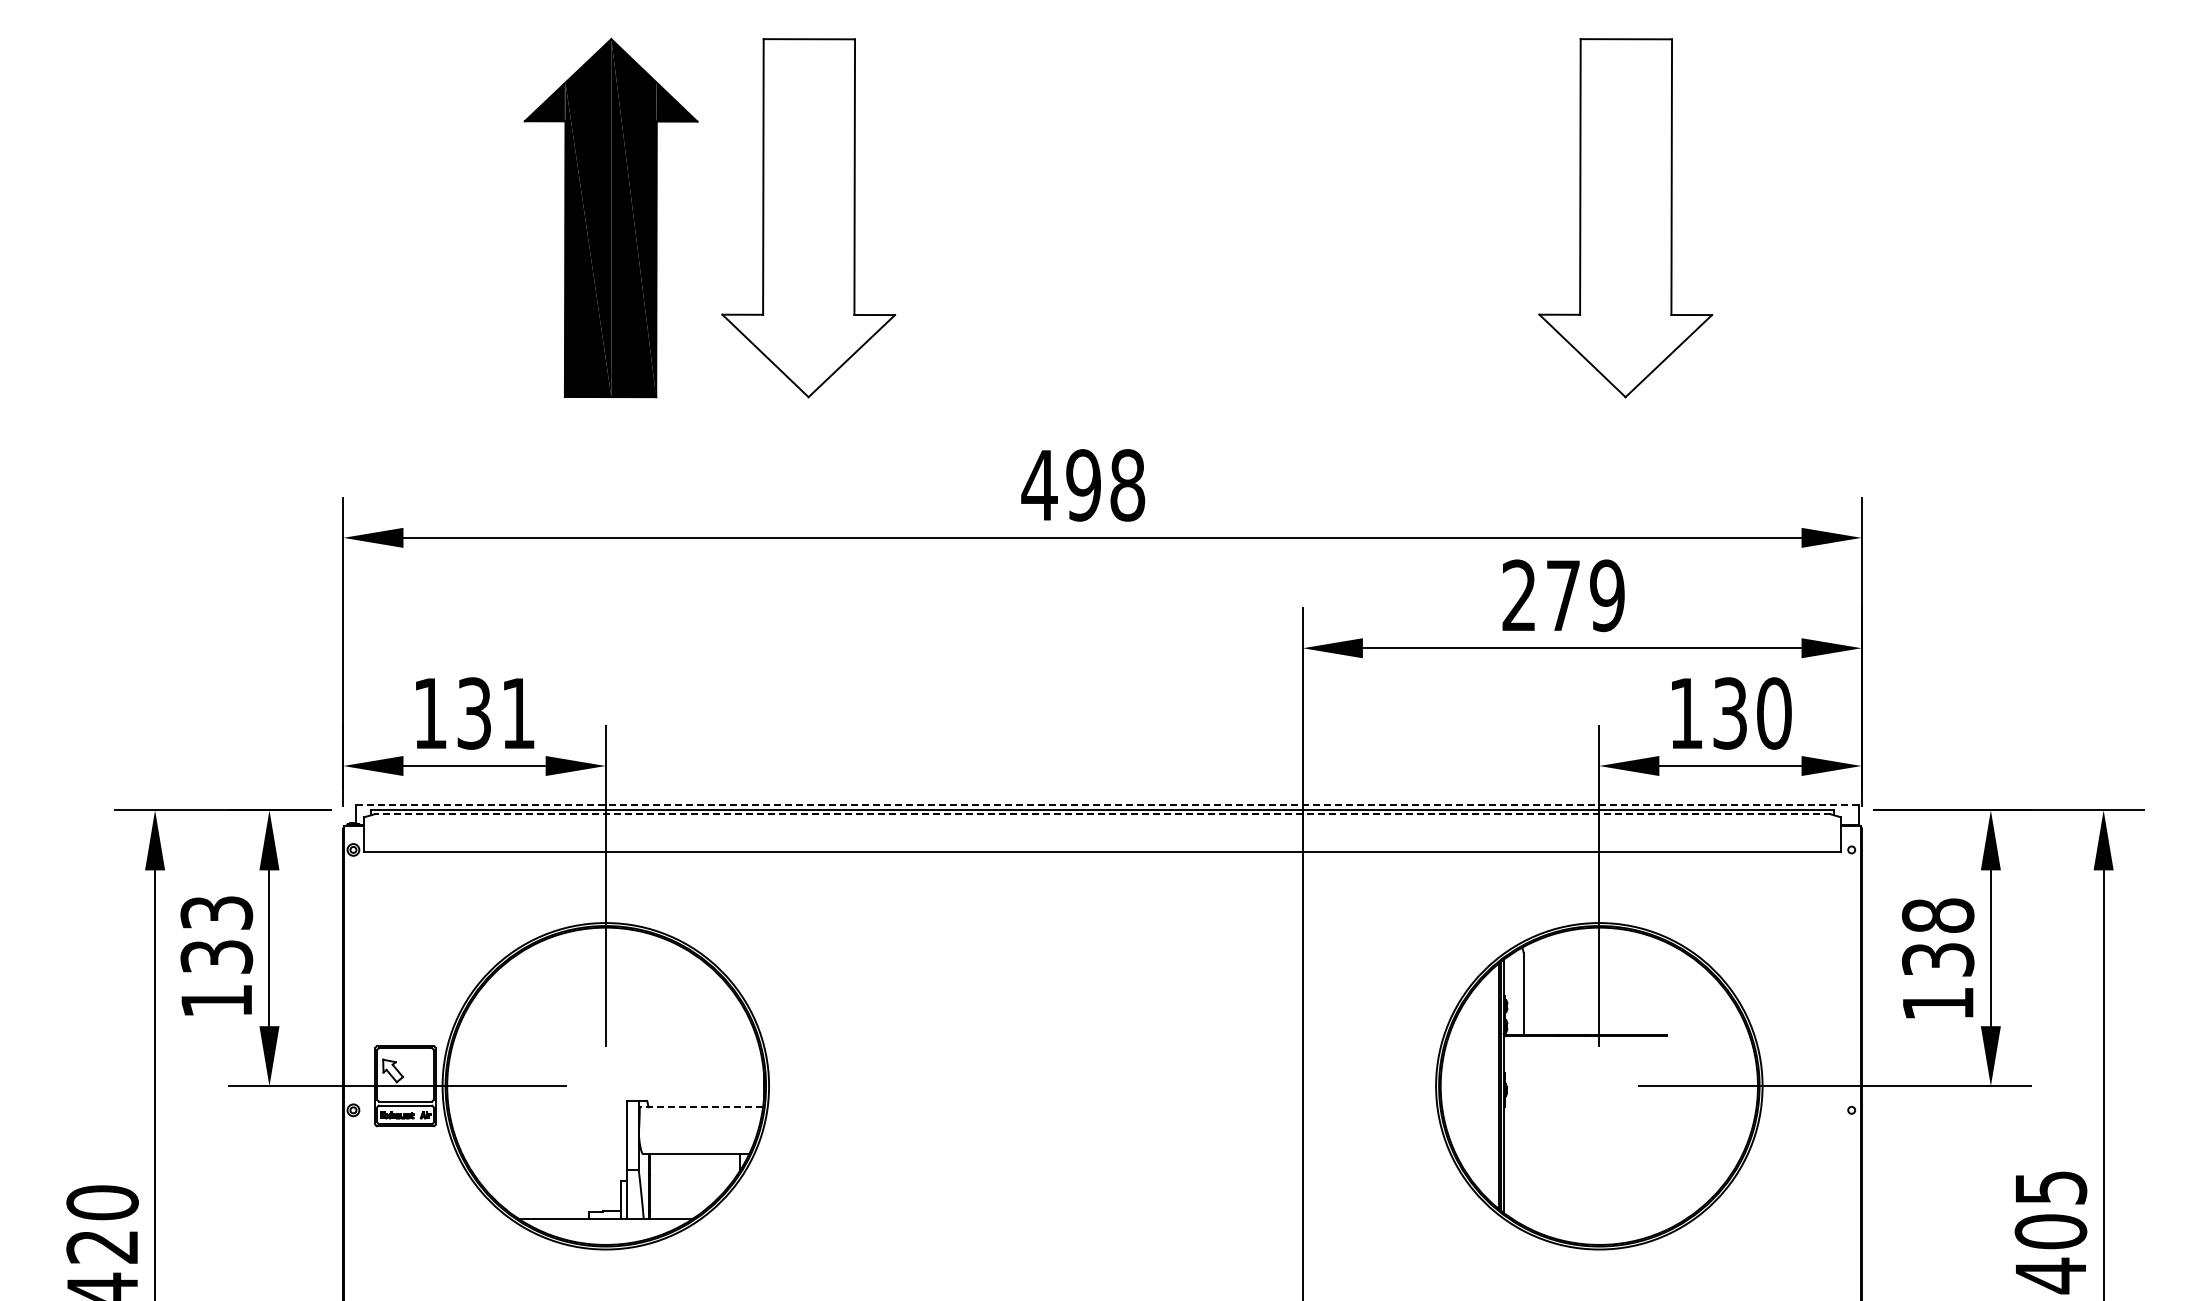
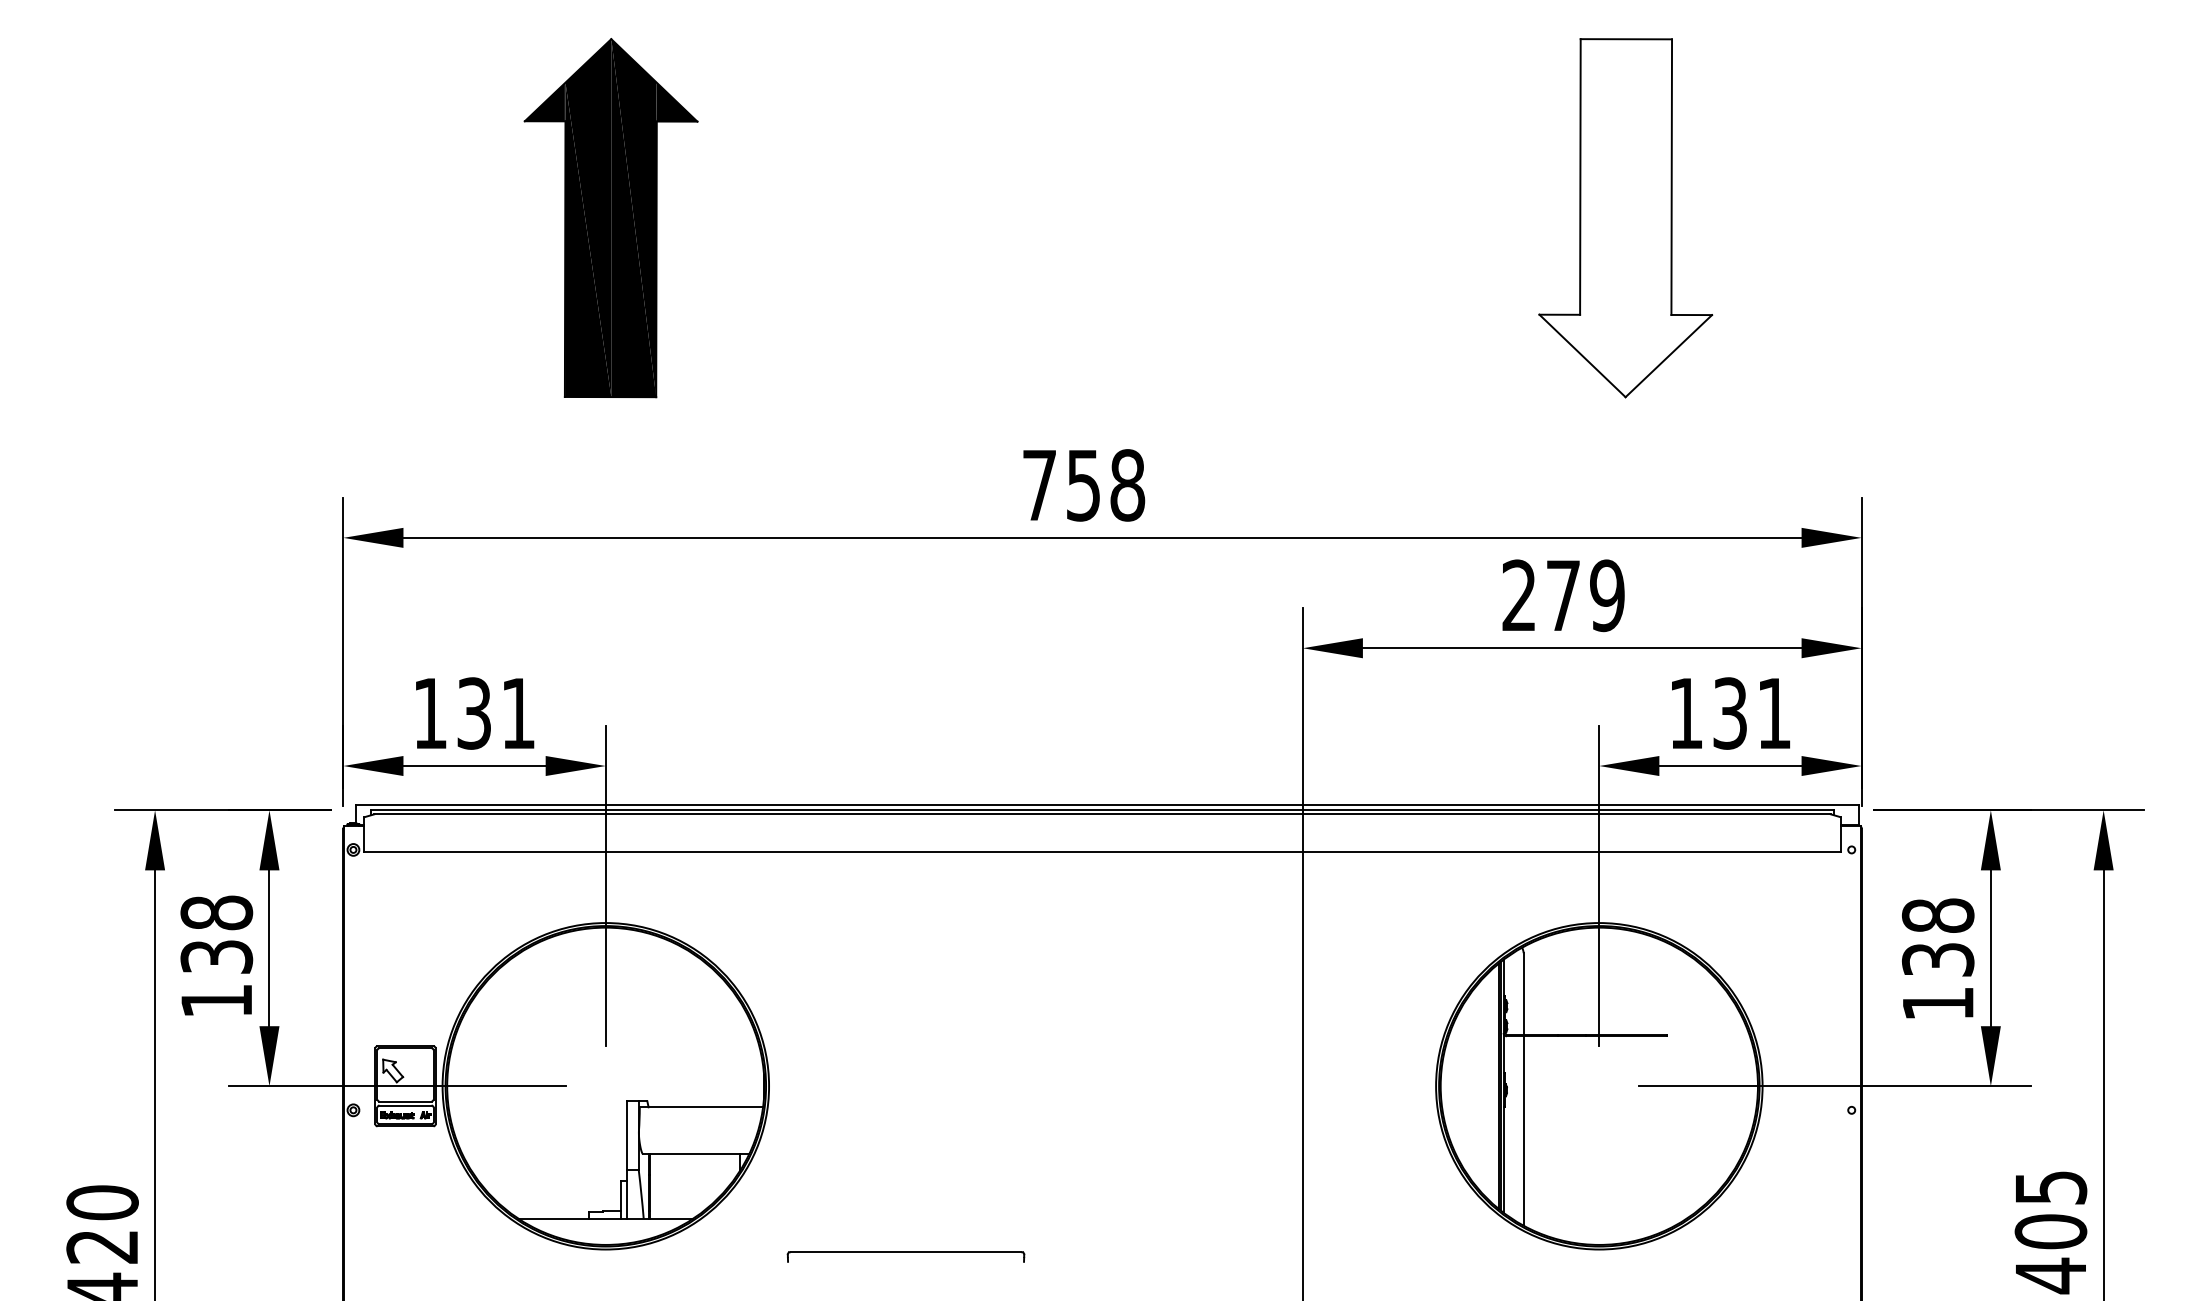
part at (808, 218): present -> none
text at (1060, 485): 498 -> 758
text at (1774, 713): 130 -> 131
line at (1107, 805): dashed -> solid
line at (1102, 814): dashed -> solid
text at (216, 912): 133 -> 138
line at (701, 1107): dashed -> solid
line at (1523, 1130): none -> present
part at (905, 1256): none -> present
